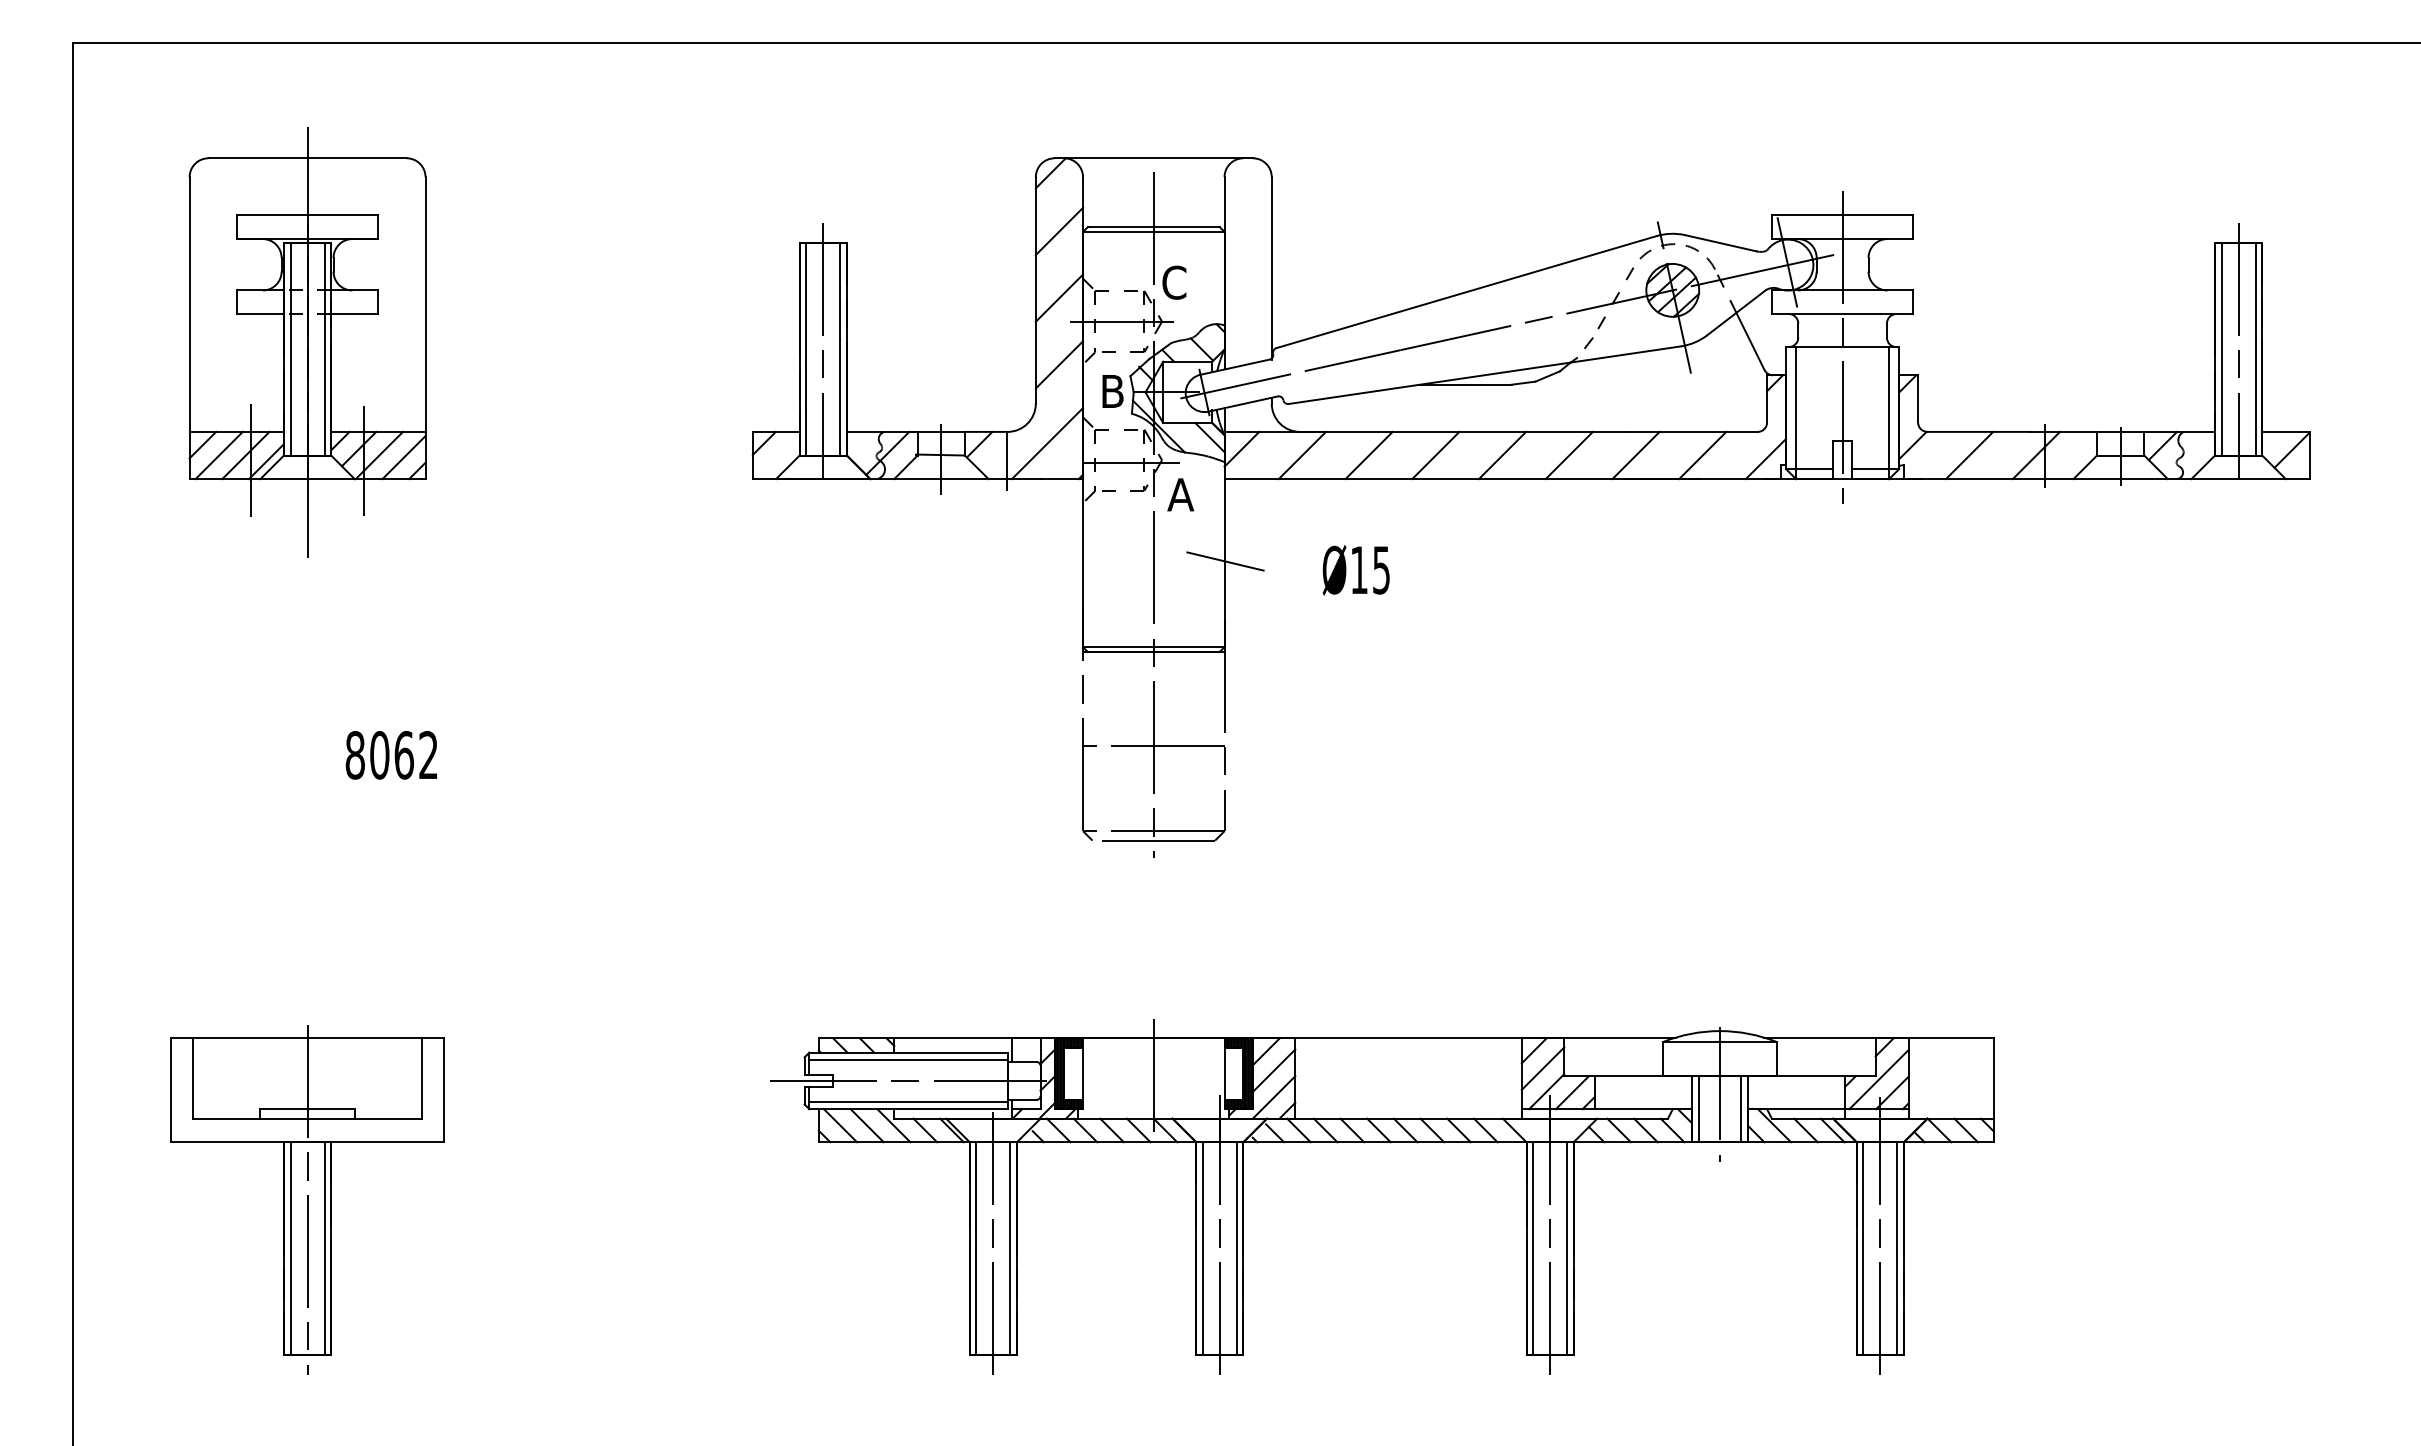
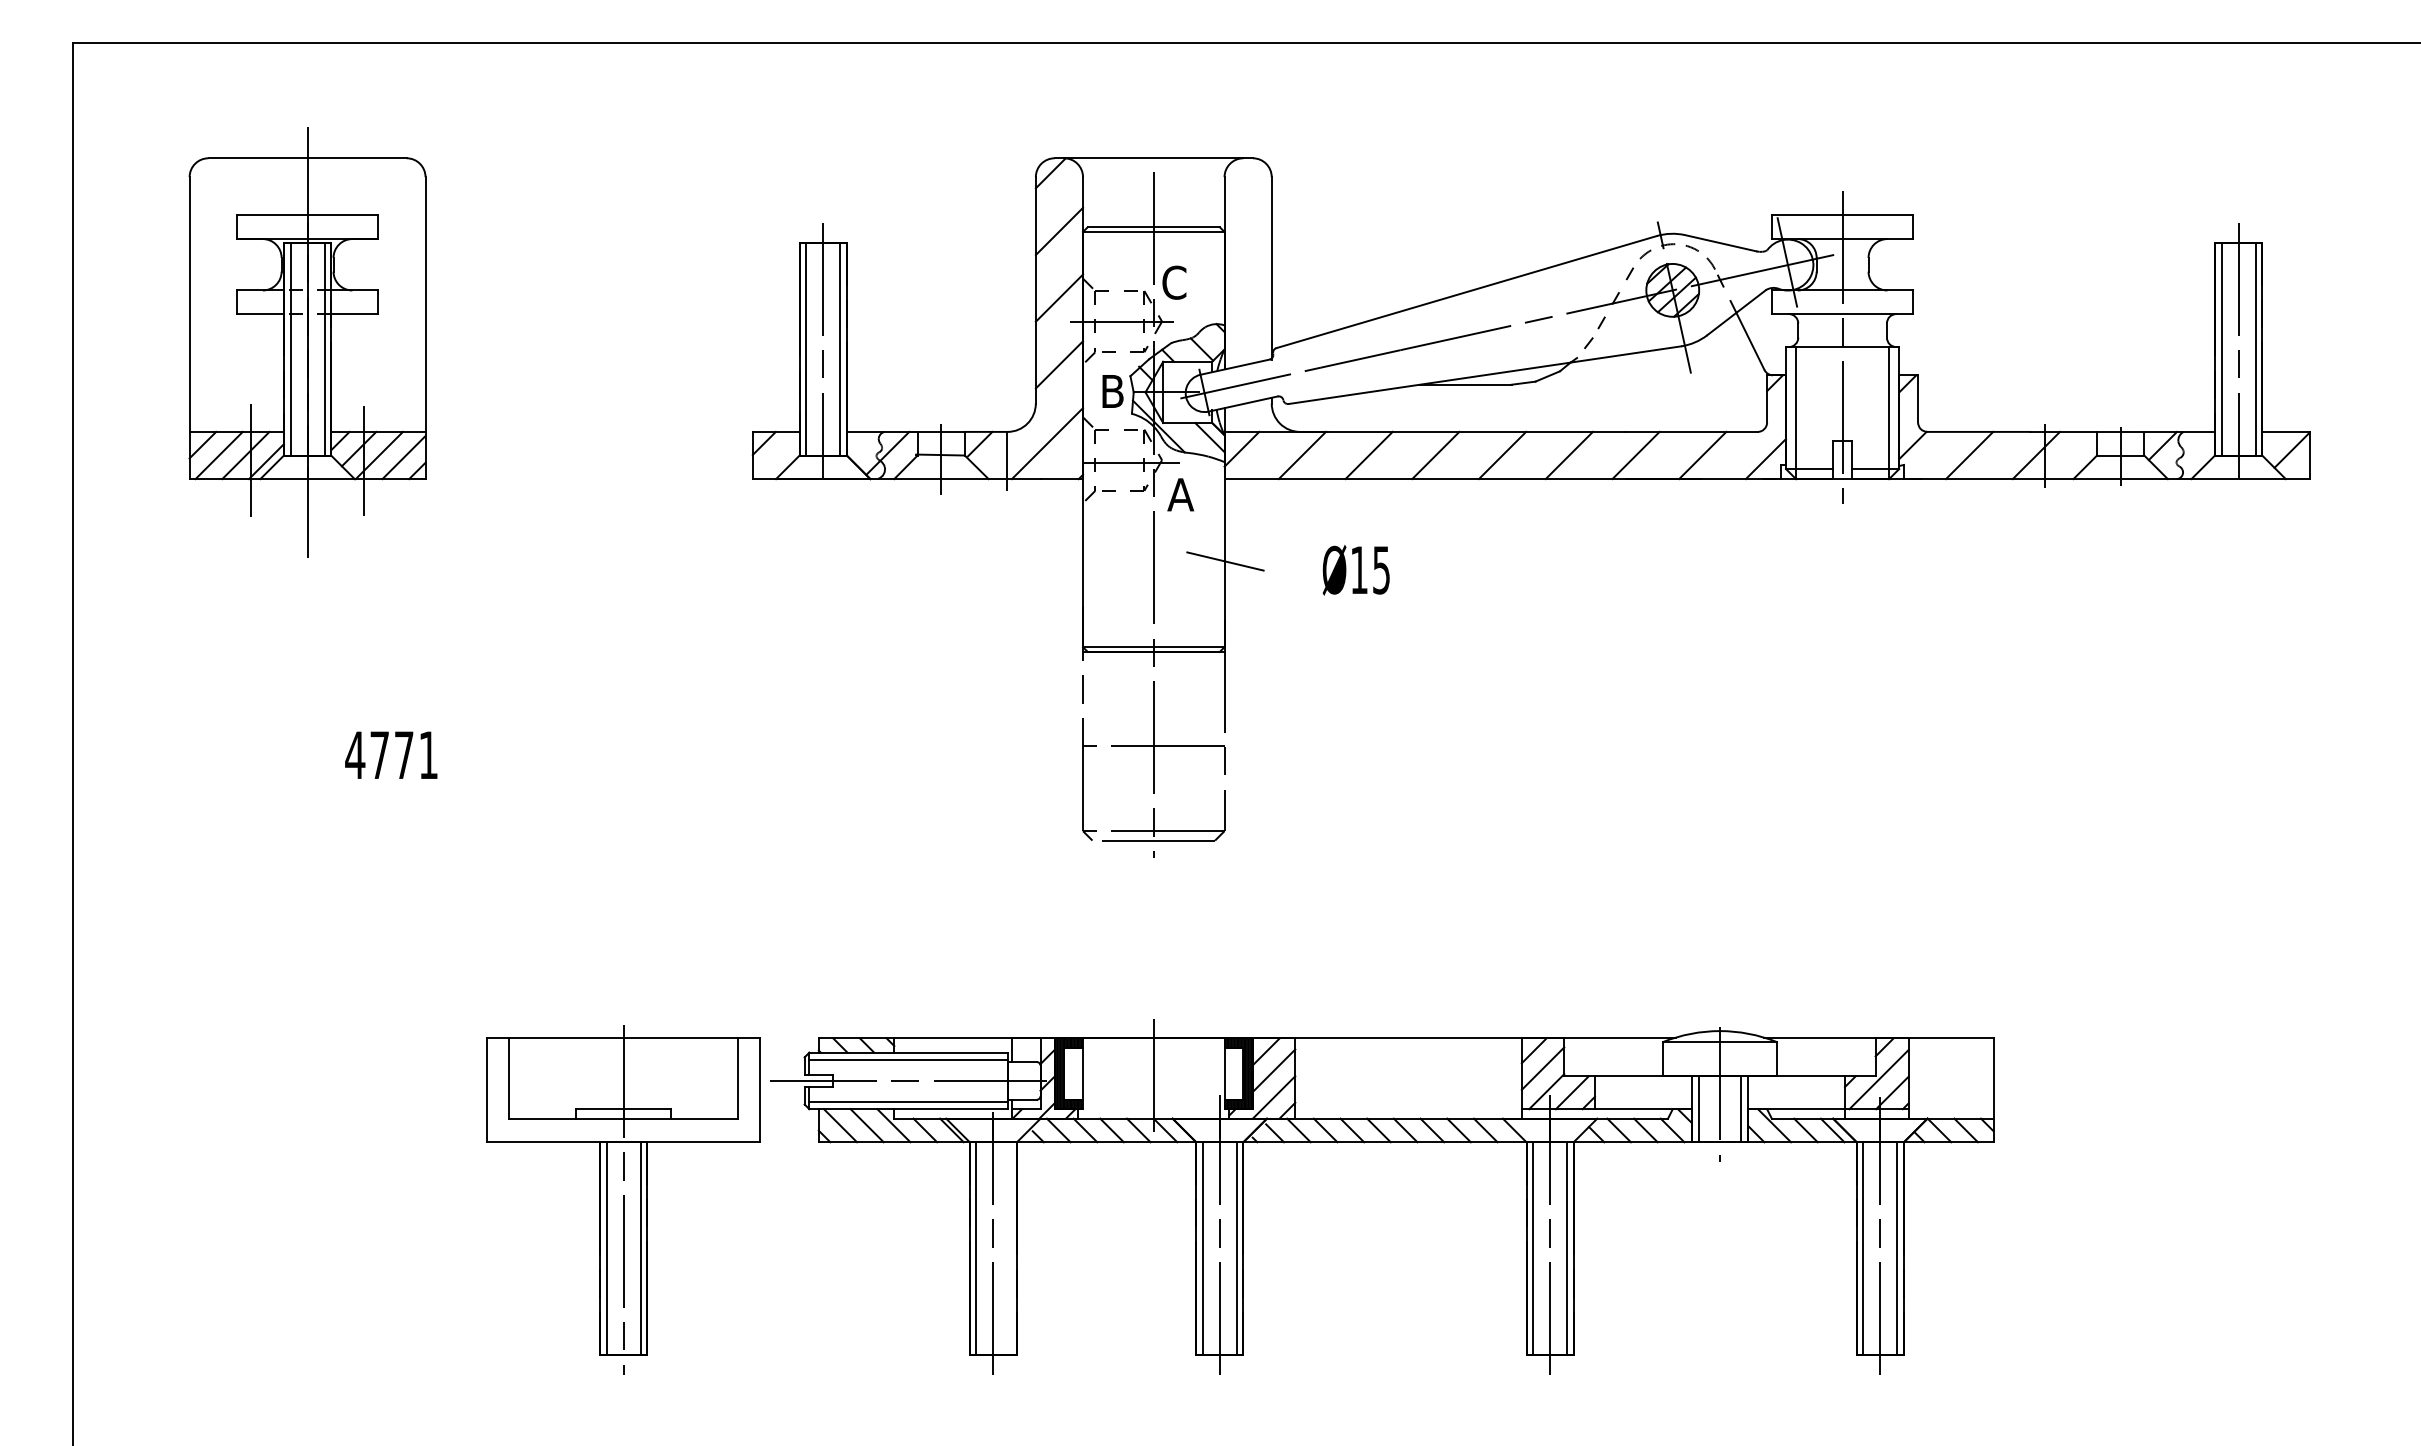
text at (391, 754): 8062 -> 4771
part at (307, 1199) position: (307, 1199) -> (623, 1199)
line at (1010, 1248): present -> none
